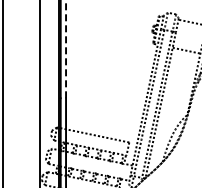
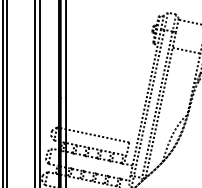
line at (66, 49): dashed -> solid
line at (7, 93): none -> present
line at (35, 93): none -> present
